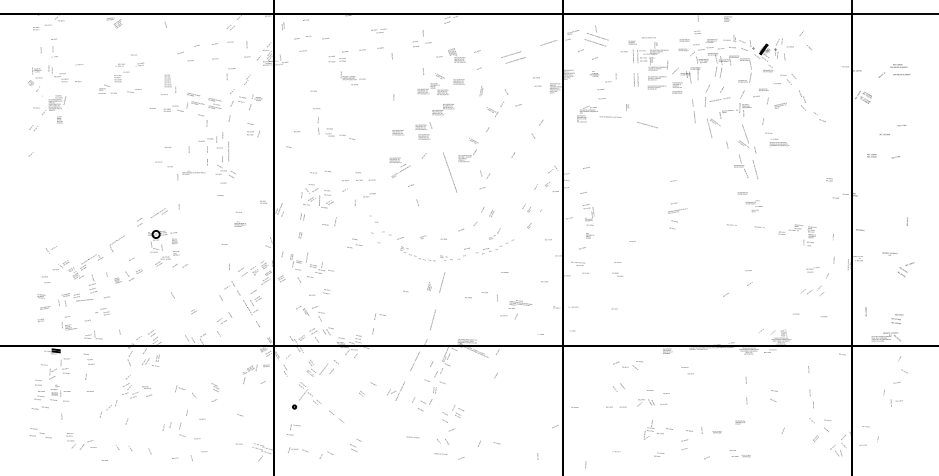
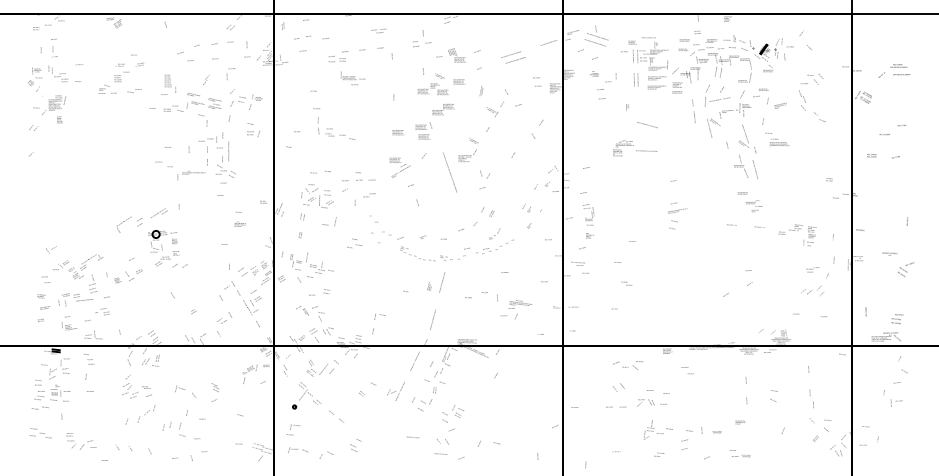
text at (247, 79) position: (247, 79) -> (206, 79)
text at (785, 79) position: (785, 79) -> (812, 79)
text at (599, 114) position: (599, 114) -> (635, 148)
text at (117, 243) position: (117, 243) -> (124, 224)
text at (617, 274) position: (617, 274) -> (626, 283)
text at (108, 408) position: (108, 408) -> (146, 413)
